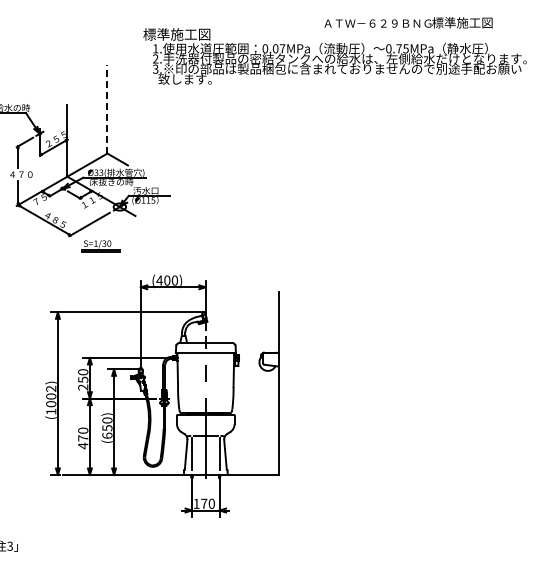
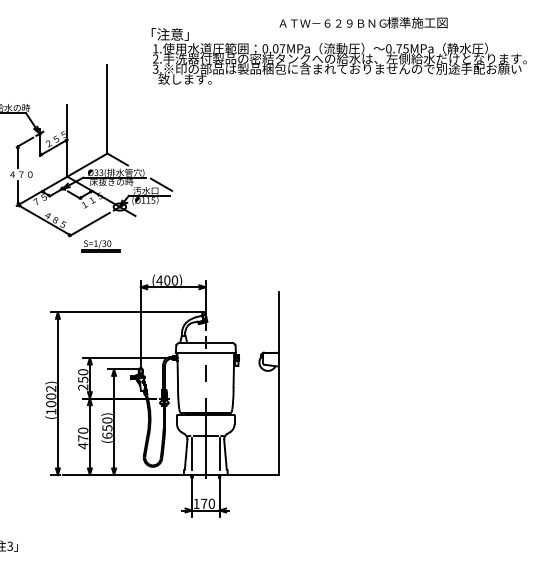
text at (408, 22) position: (408, 22) -> (363, 22)
text at (176, 34): 標準施工図 -> 「注意」
line at (107, 108): dashed -> solid
line at (161, 184): none -> present
